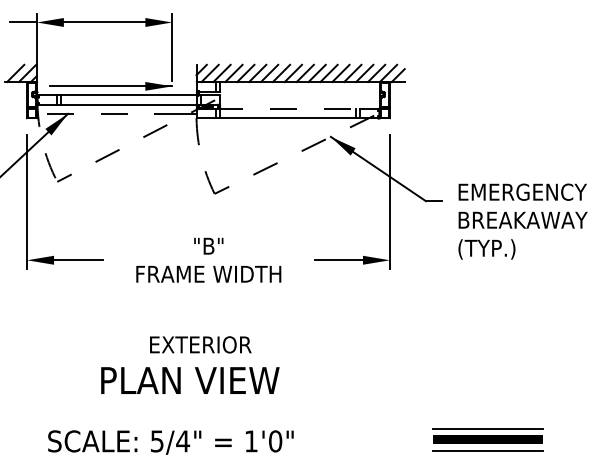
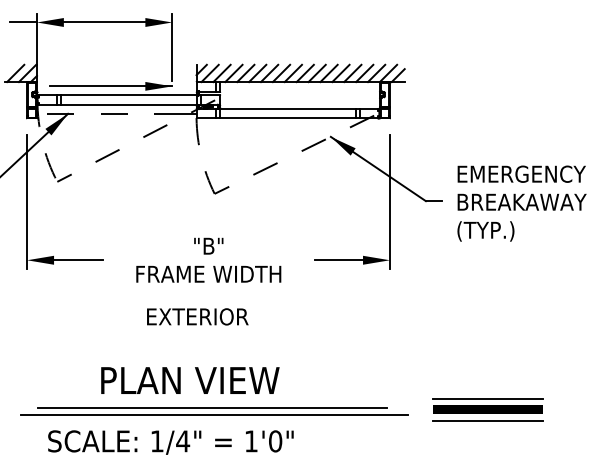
line at (287, 108): dashed -> solid
text at (522, 221) position: (522, 221) -> (521, 203)
text at (200, 344) position: (200, 344) -> (197, 316)
line at (212, 407): none -> present
line at (214, 414): none -> present
part at (487, 439) position: (487, 439) -> (487, 409)
text at (157, 441): 5/4" -> 1/4"
